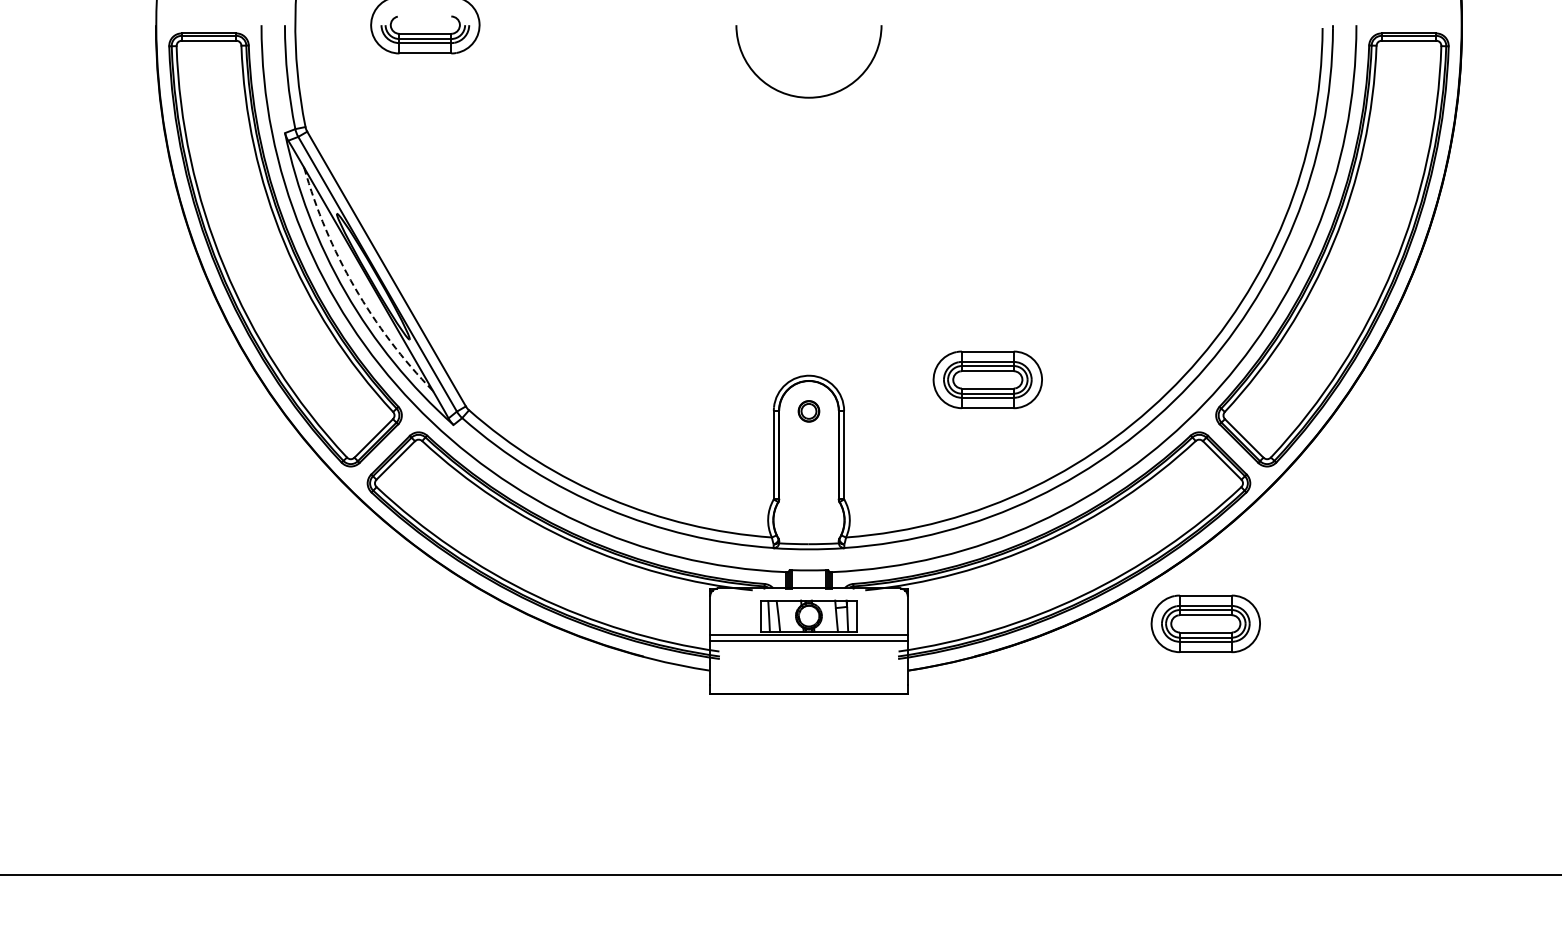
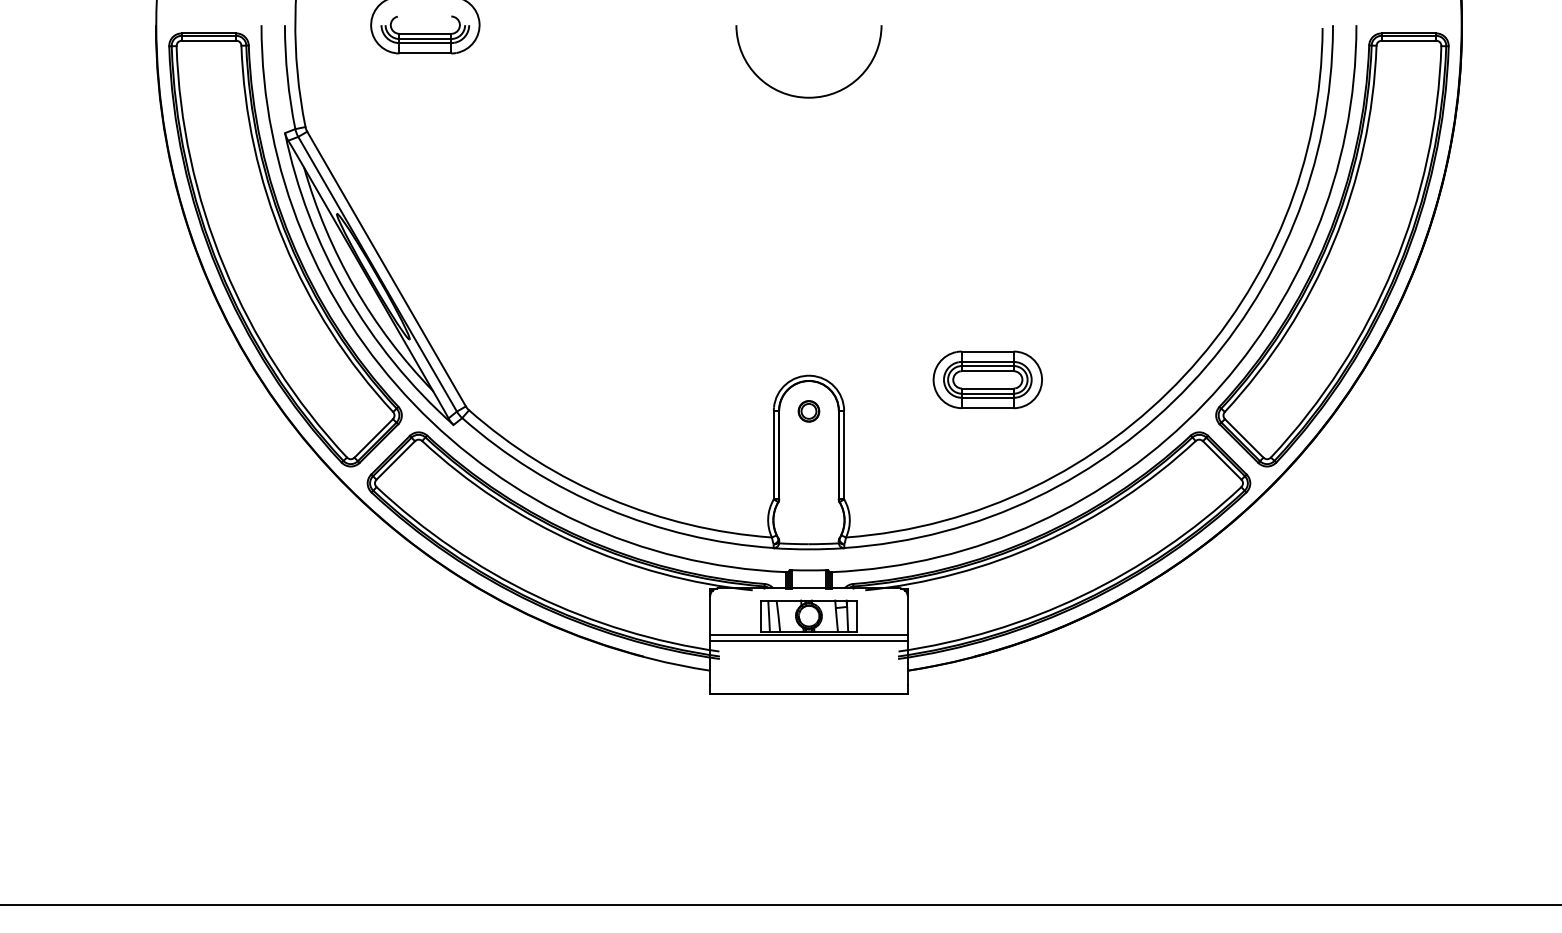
arc at (354, 287): dashed -> solid
part at (1205, 623): present -> none
line at (780, 874) position: (780, 874) -> (780, 904)
